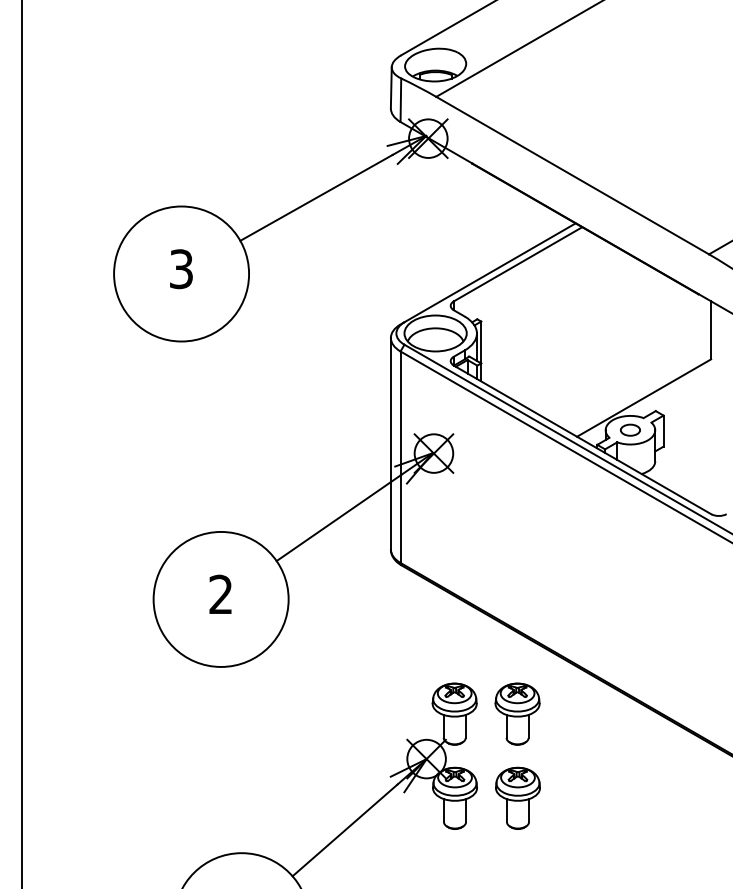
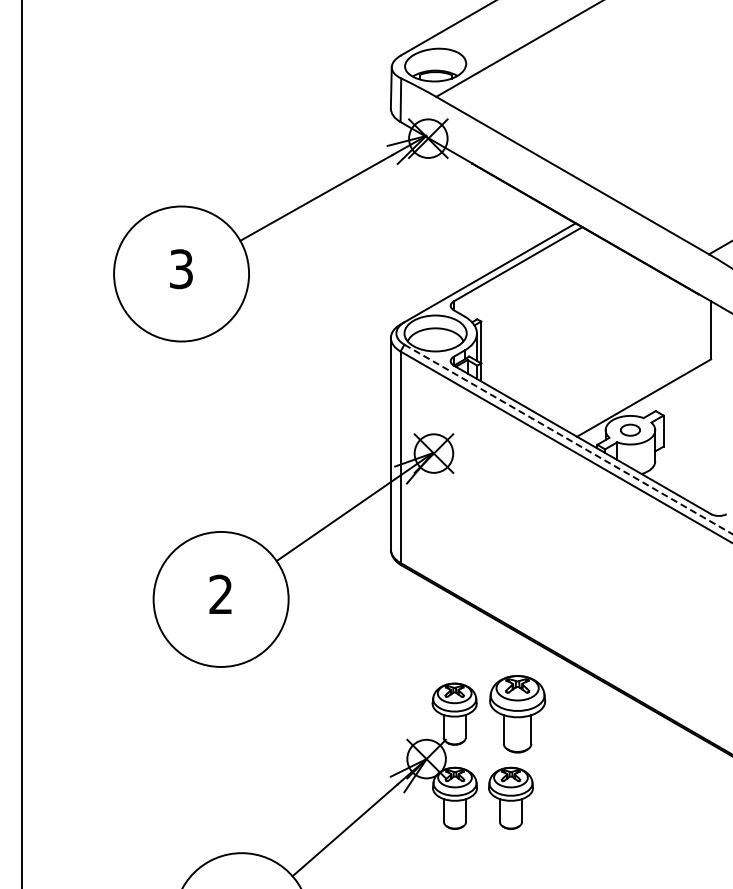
line at (568, 439): solid -> dashed
part at (517, 713) size: 47x64 px -> 58x79 px
part at (517, 797) position: (517, 797) -> (510, 797)
